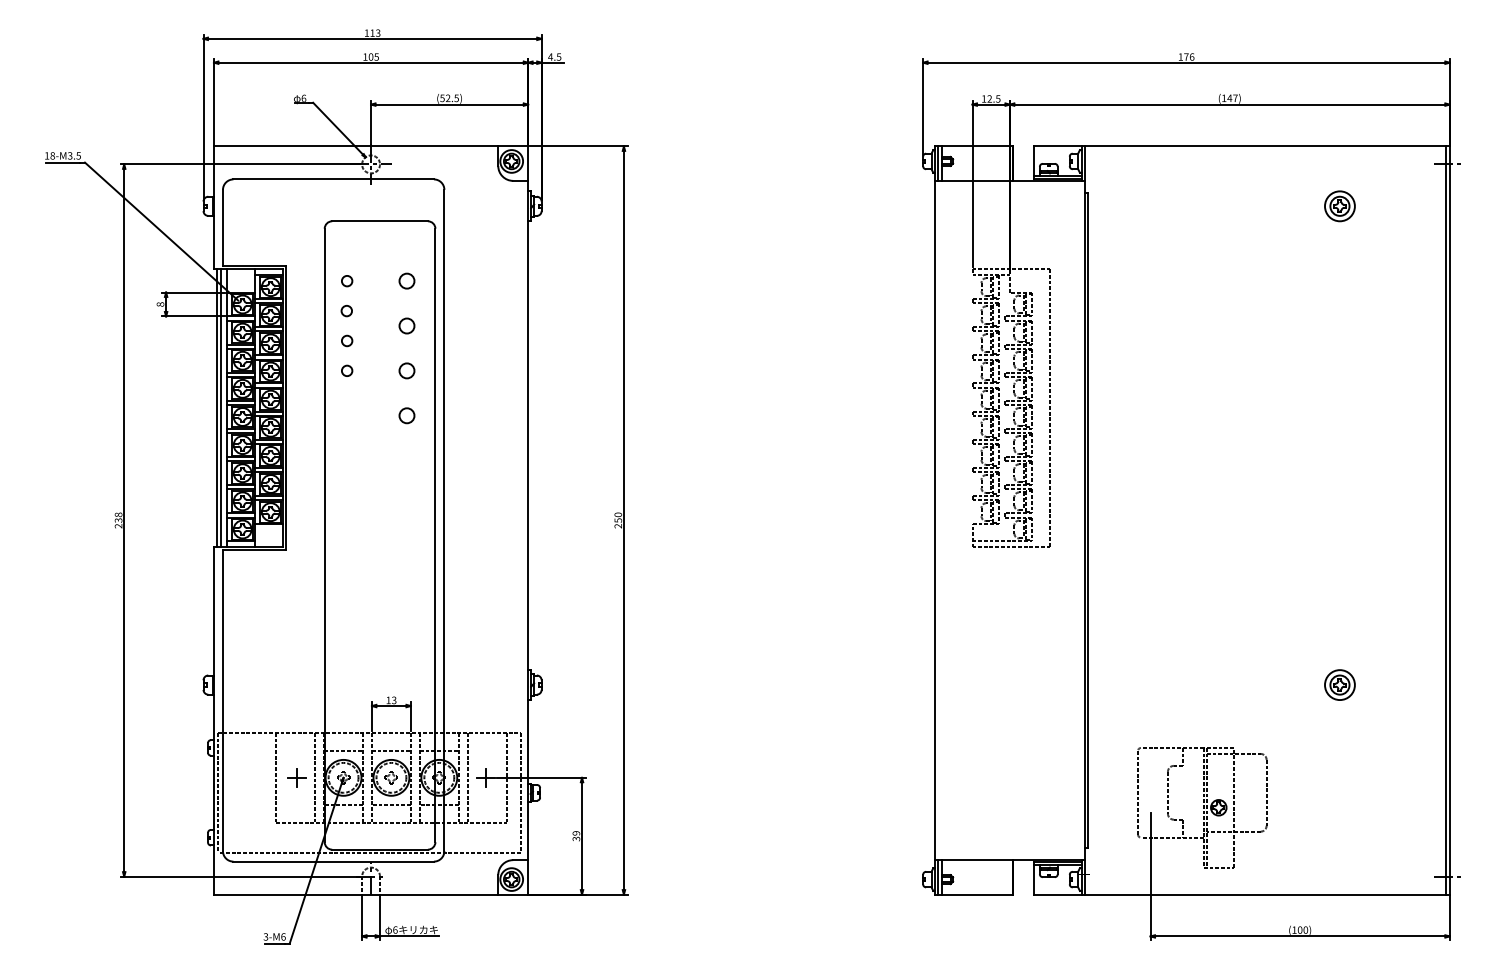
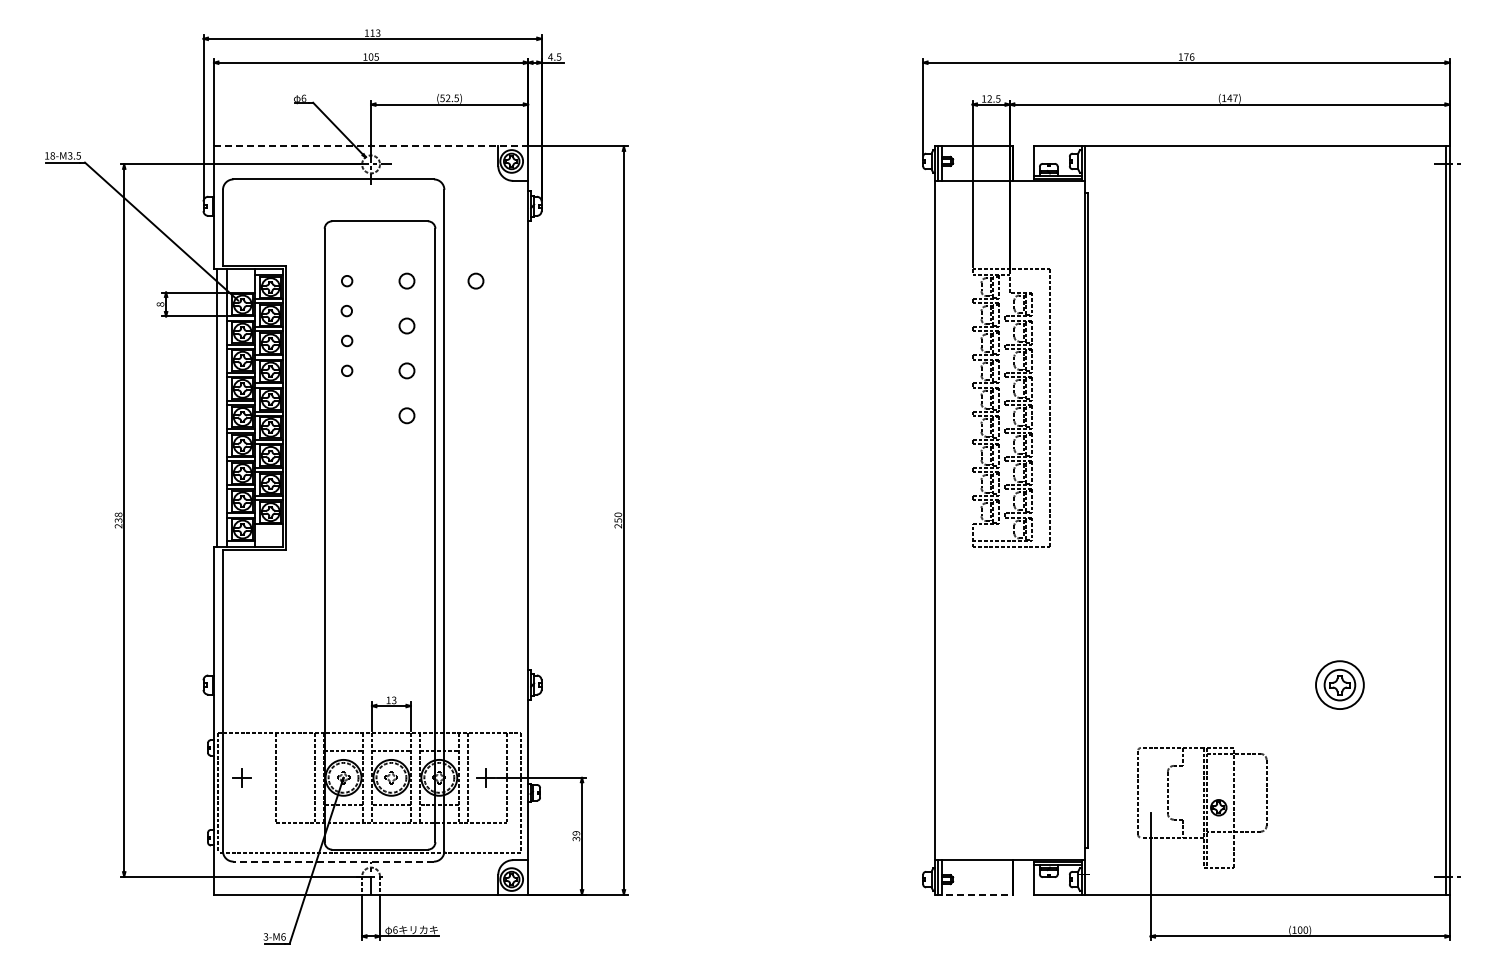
line at (371, 146): solid -> dashed
part at (1339, 206): present -> none
circle at (475, 280): none -> present
line at (220, 408): present -> none
part at (1339, 684) size: 32x32 px -> 50x50 px
part at (296, 777) position: (296, 777) -> (241, 777)
line at (333, 861): solid -> dashed
line at (974, 894): solid -> dashed
